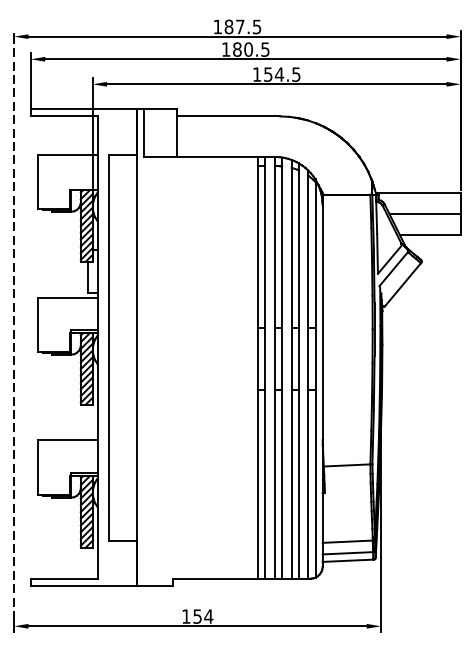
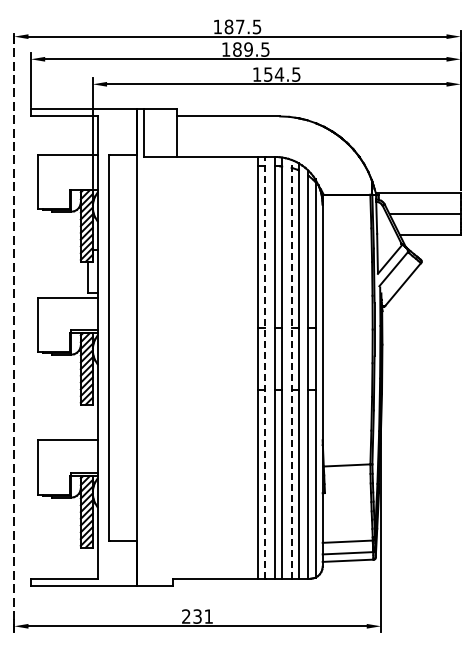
text at (248, 49): 180.5 -> 189.5
line at (265, 367): solid -> dashed
line at (291, 368): solid -> dashed
text at (197, 616): 154 -> 231
